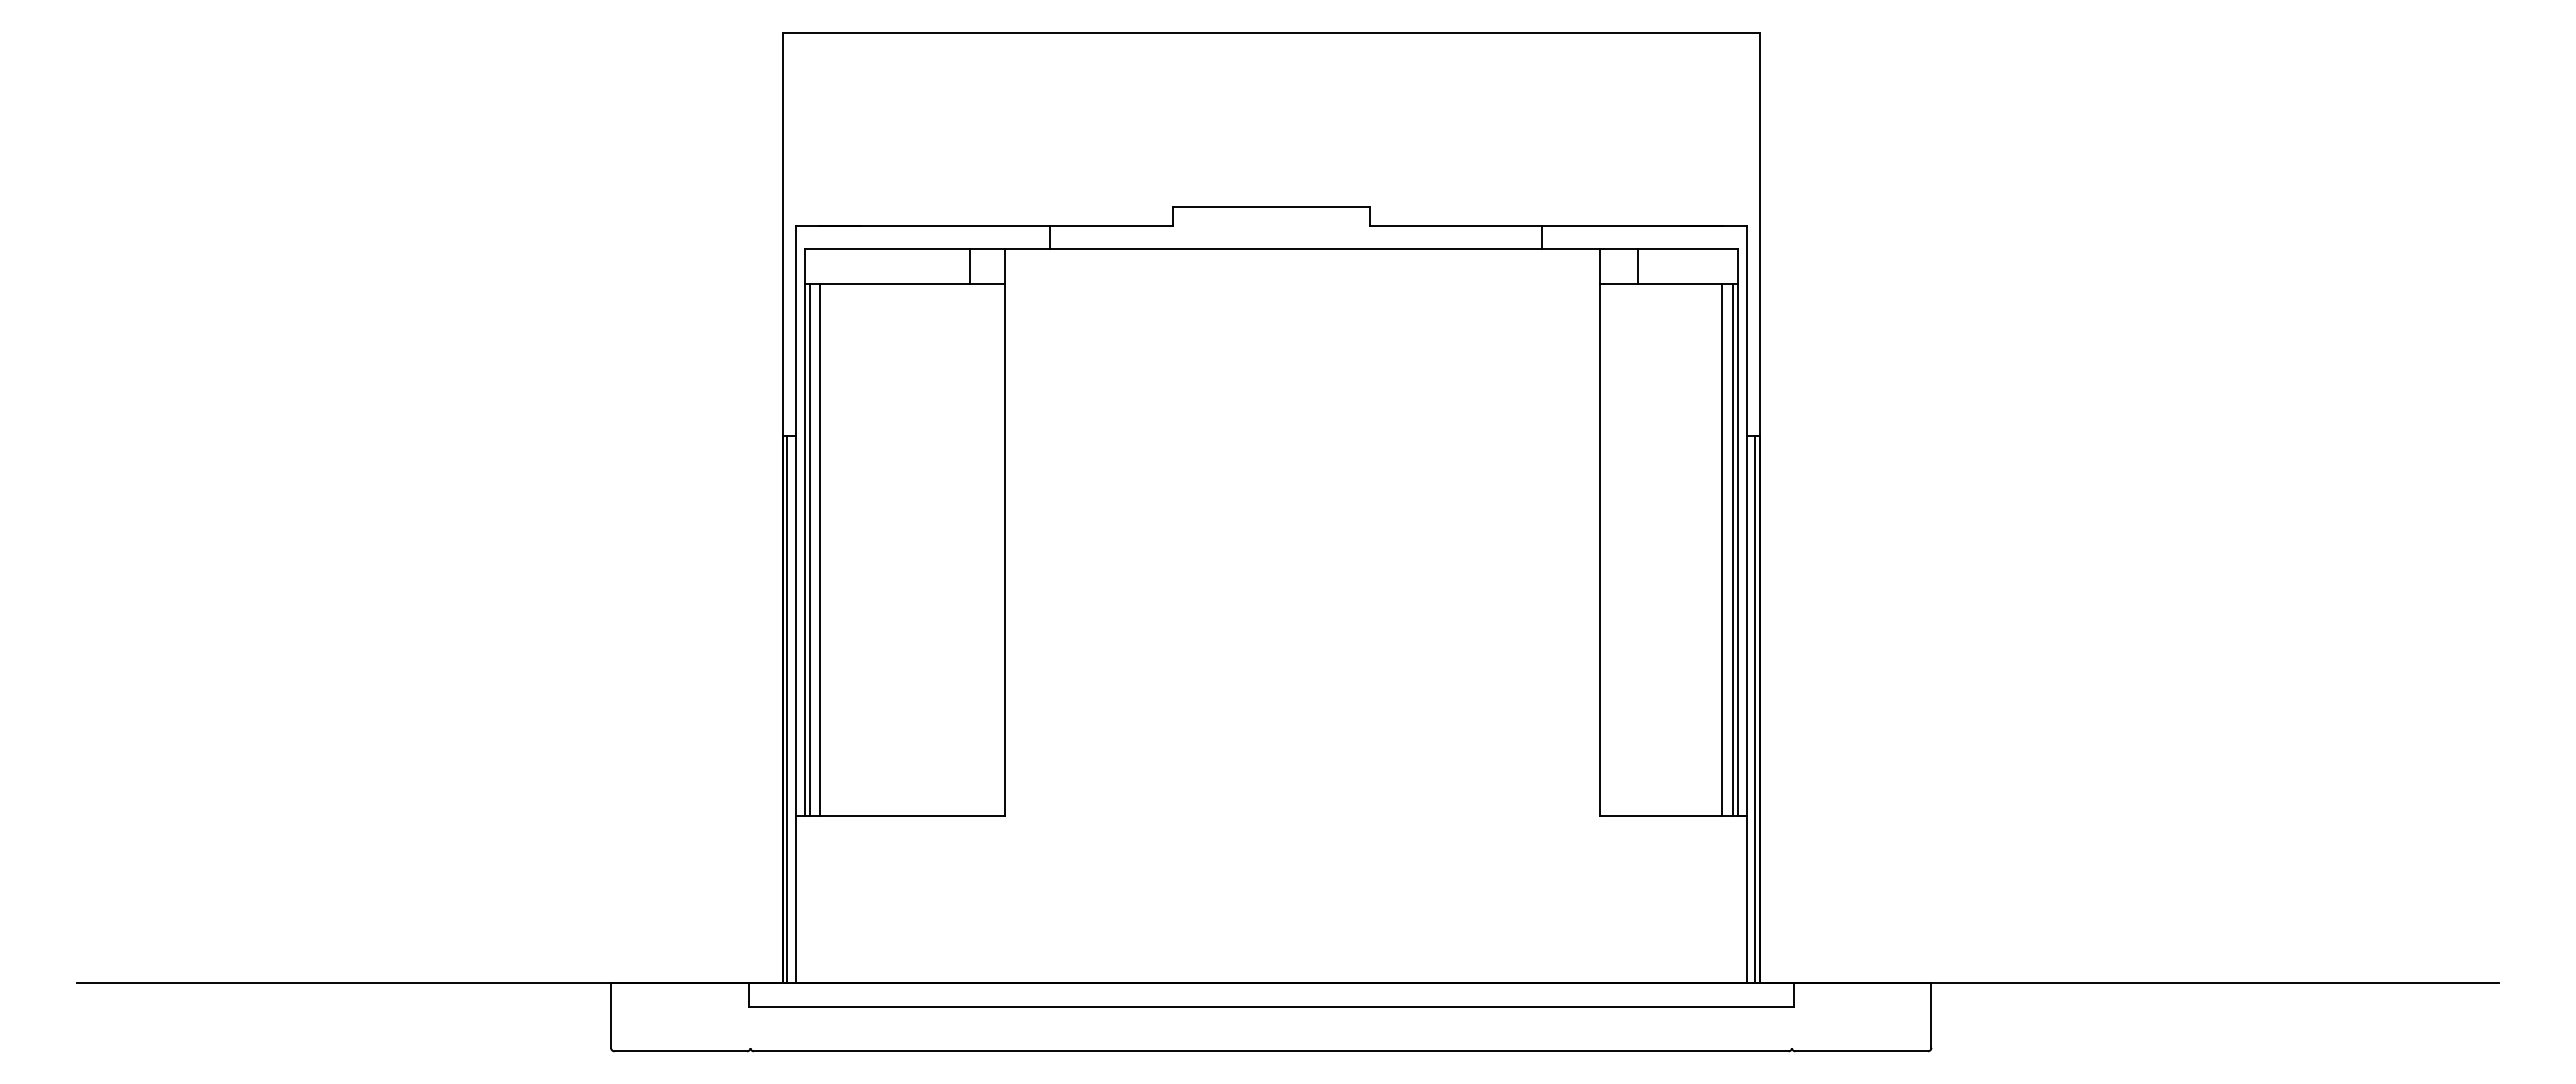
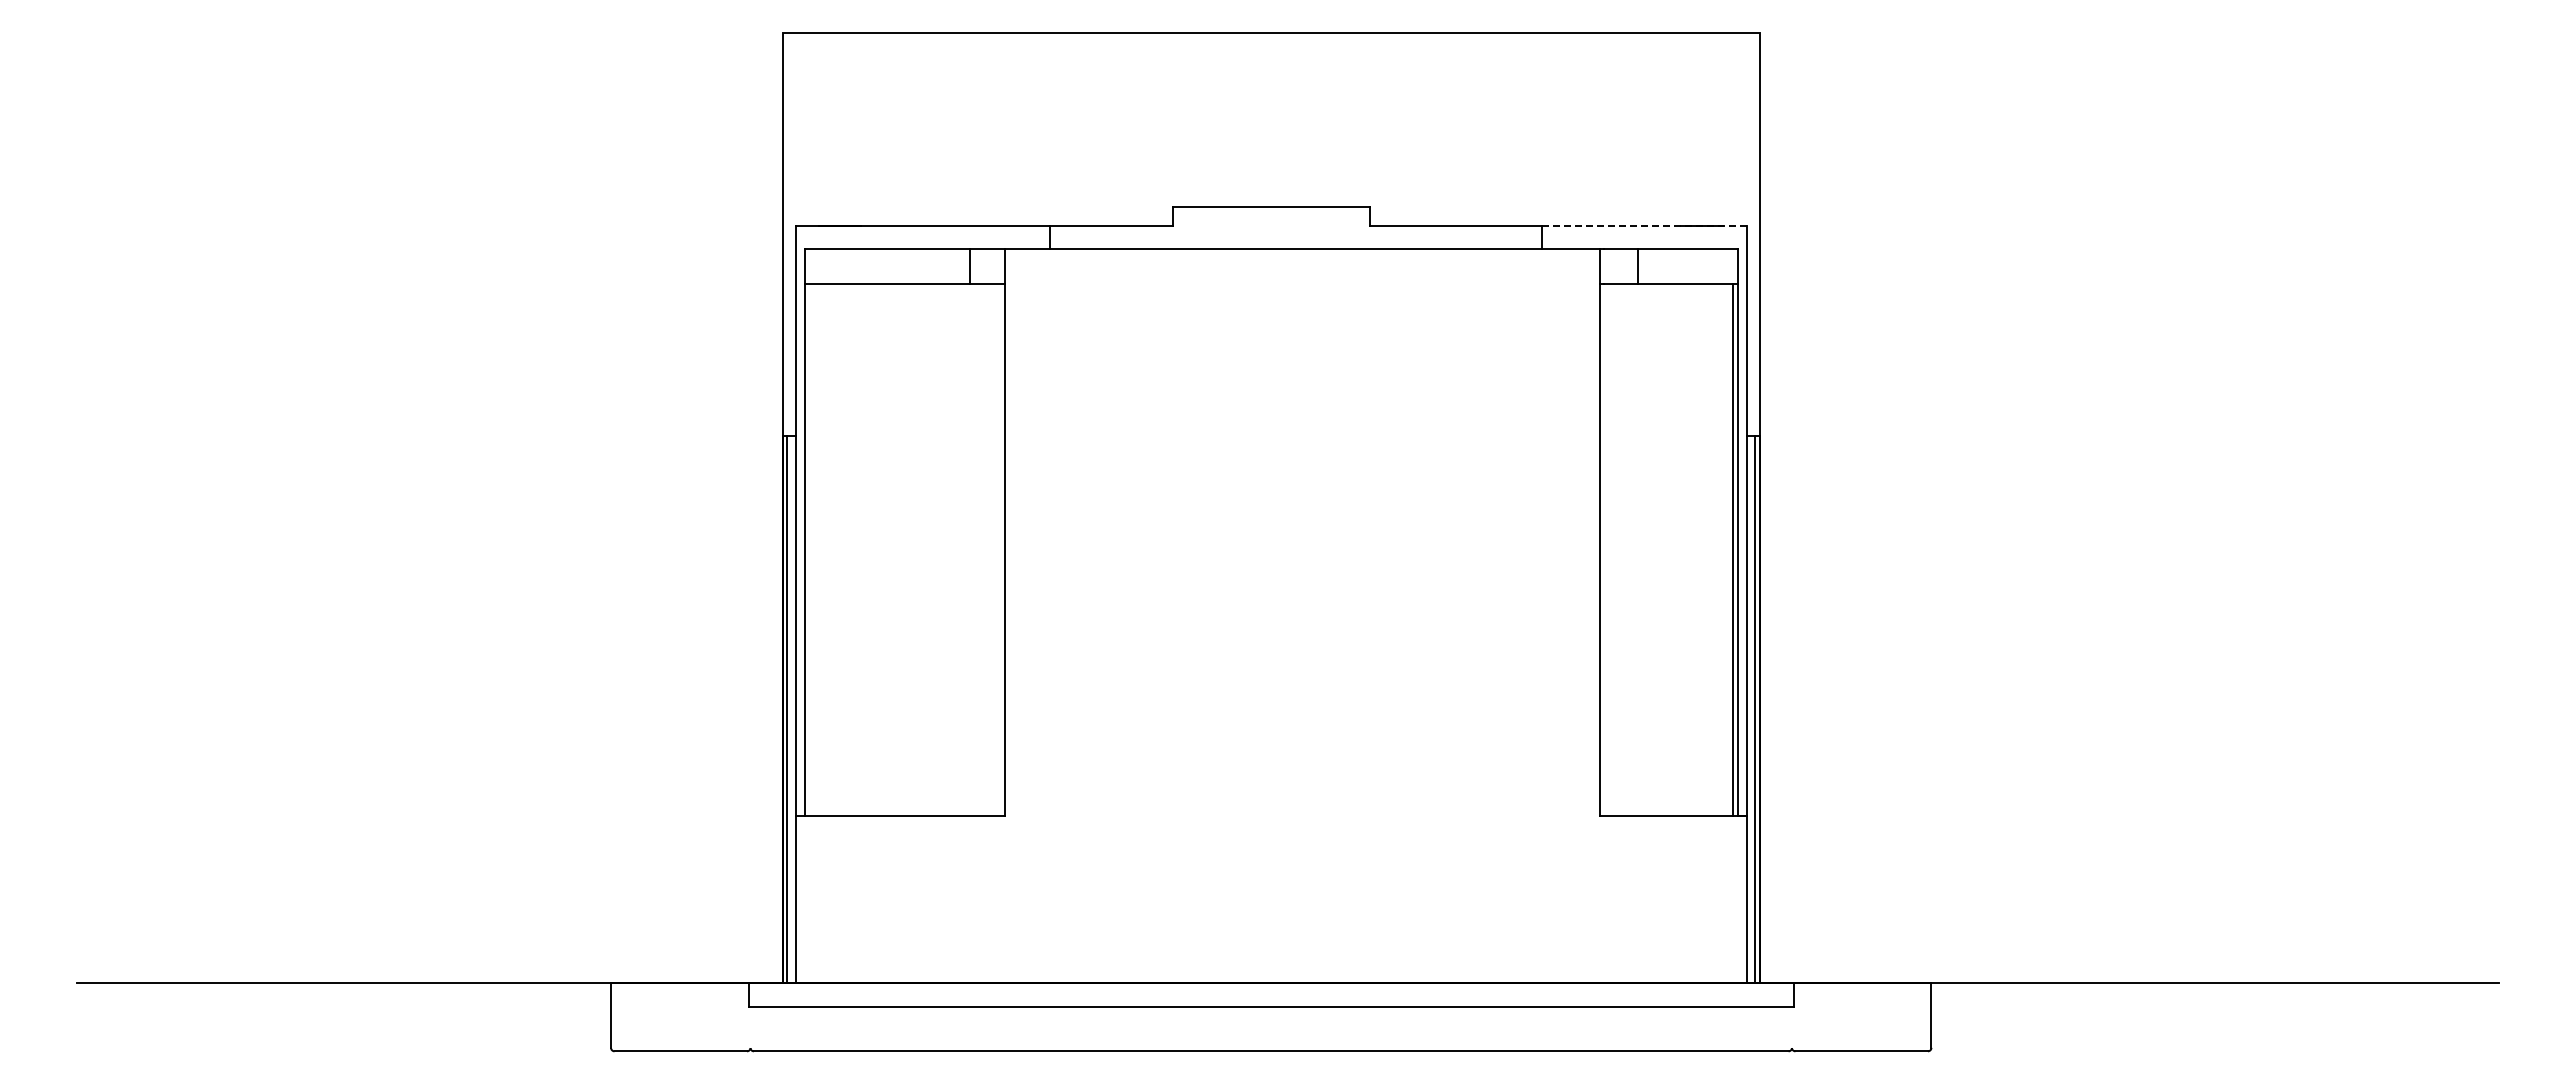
line at (1644, 226): solid -> dashed
line at (809, 549): present -> none
line at (820, 549): present -> none
line at (1722, 549): present -> none
